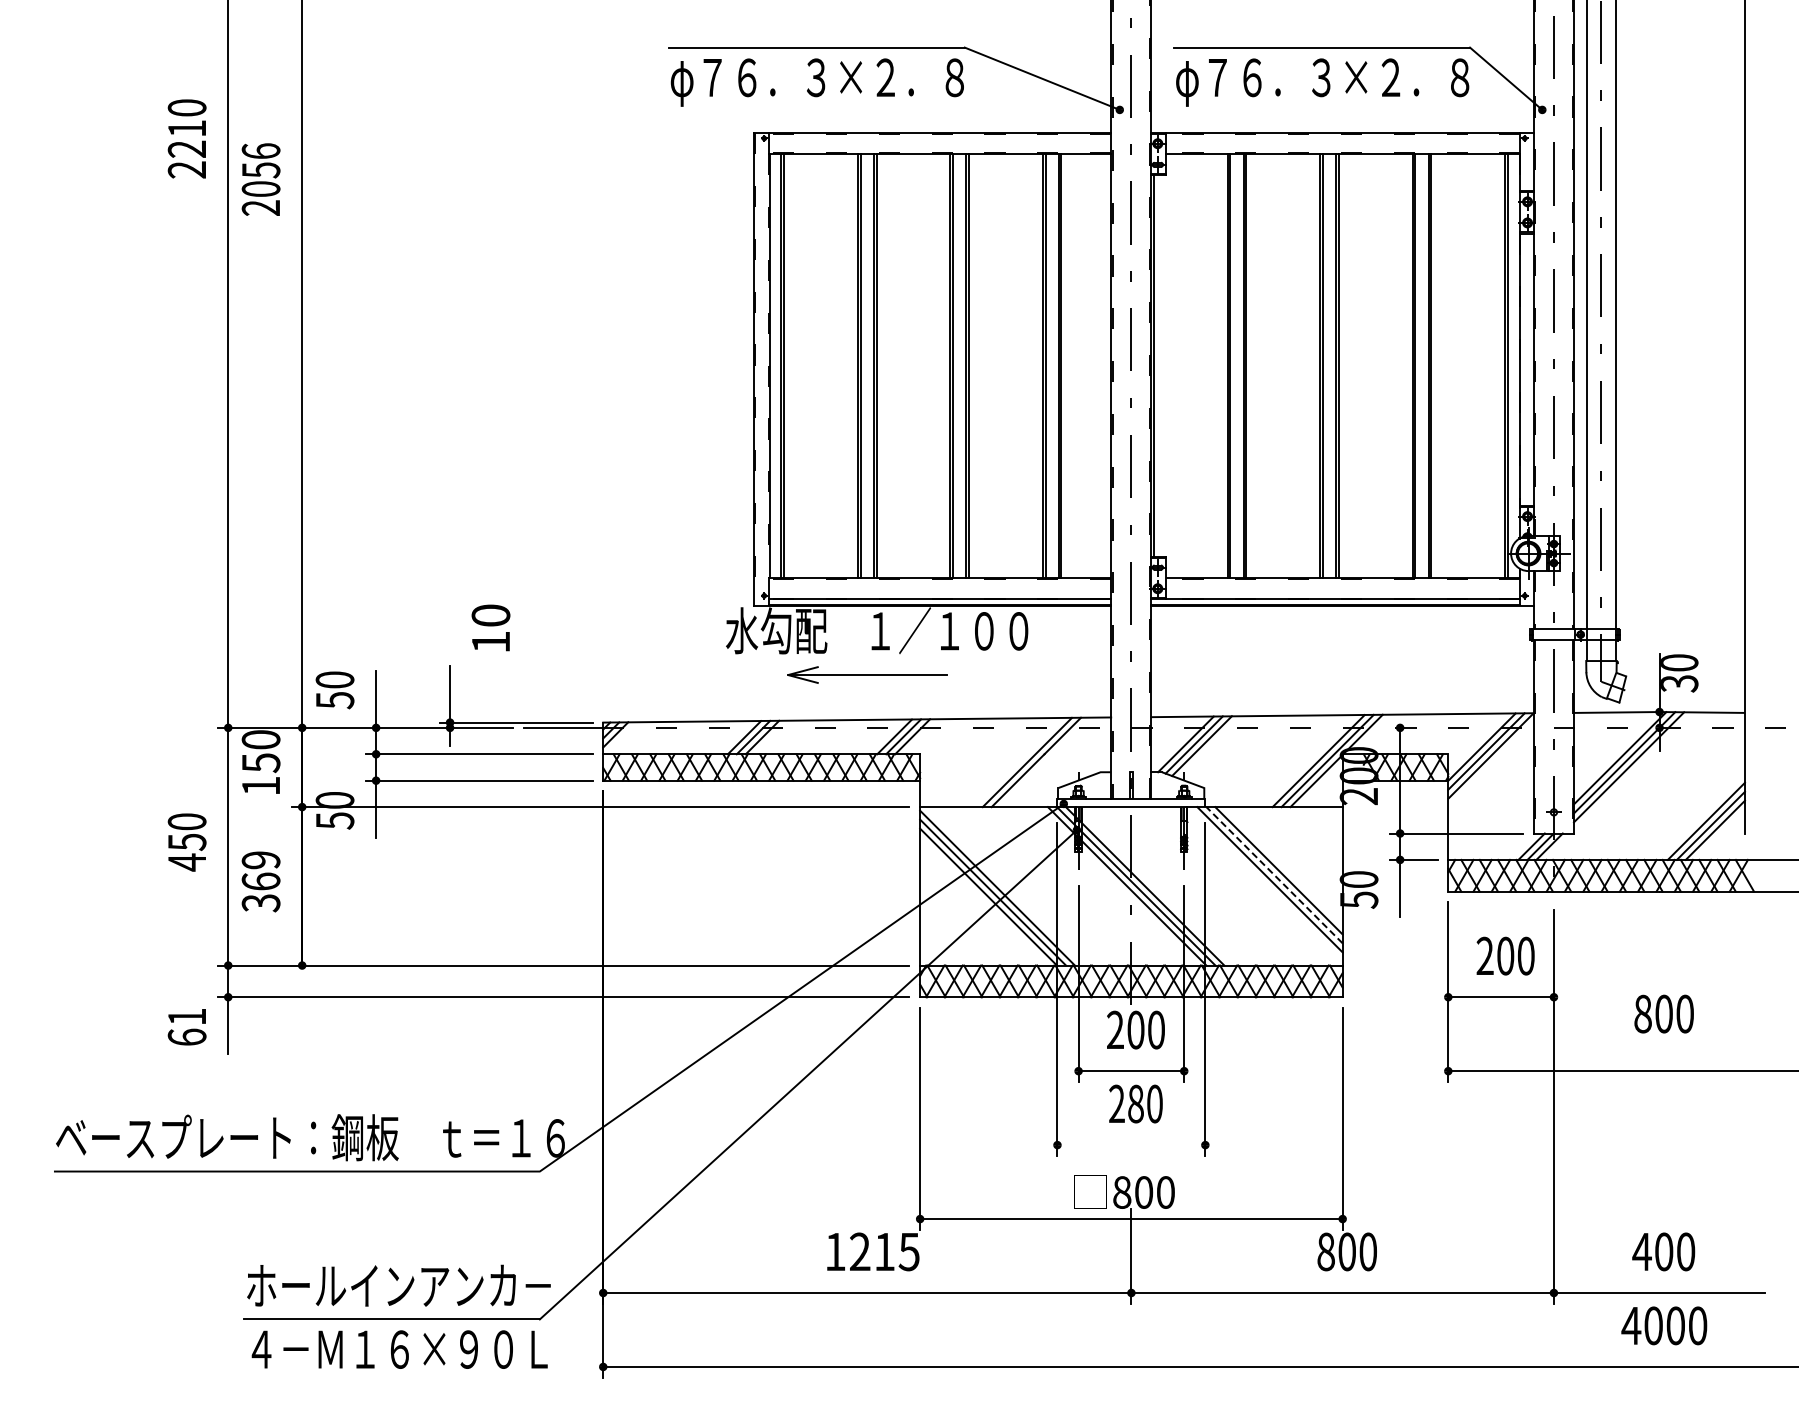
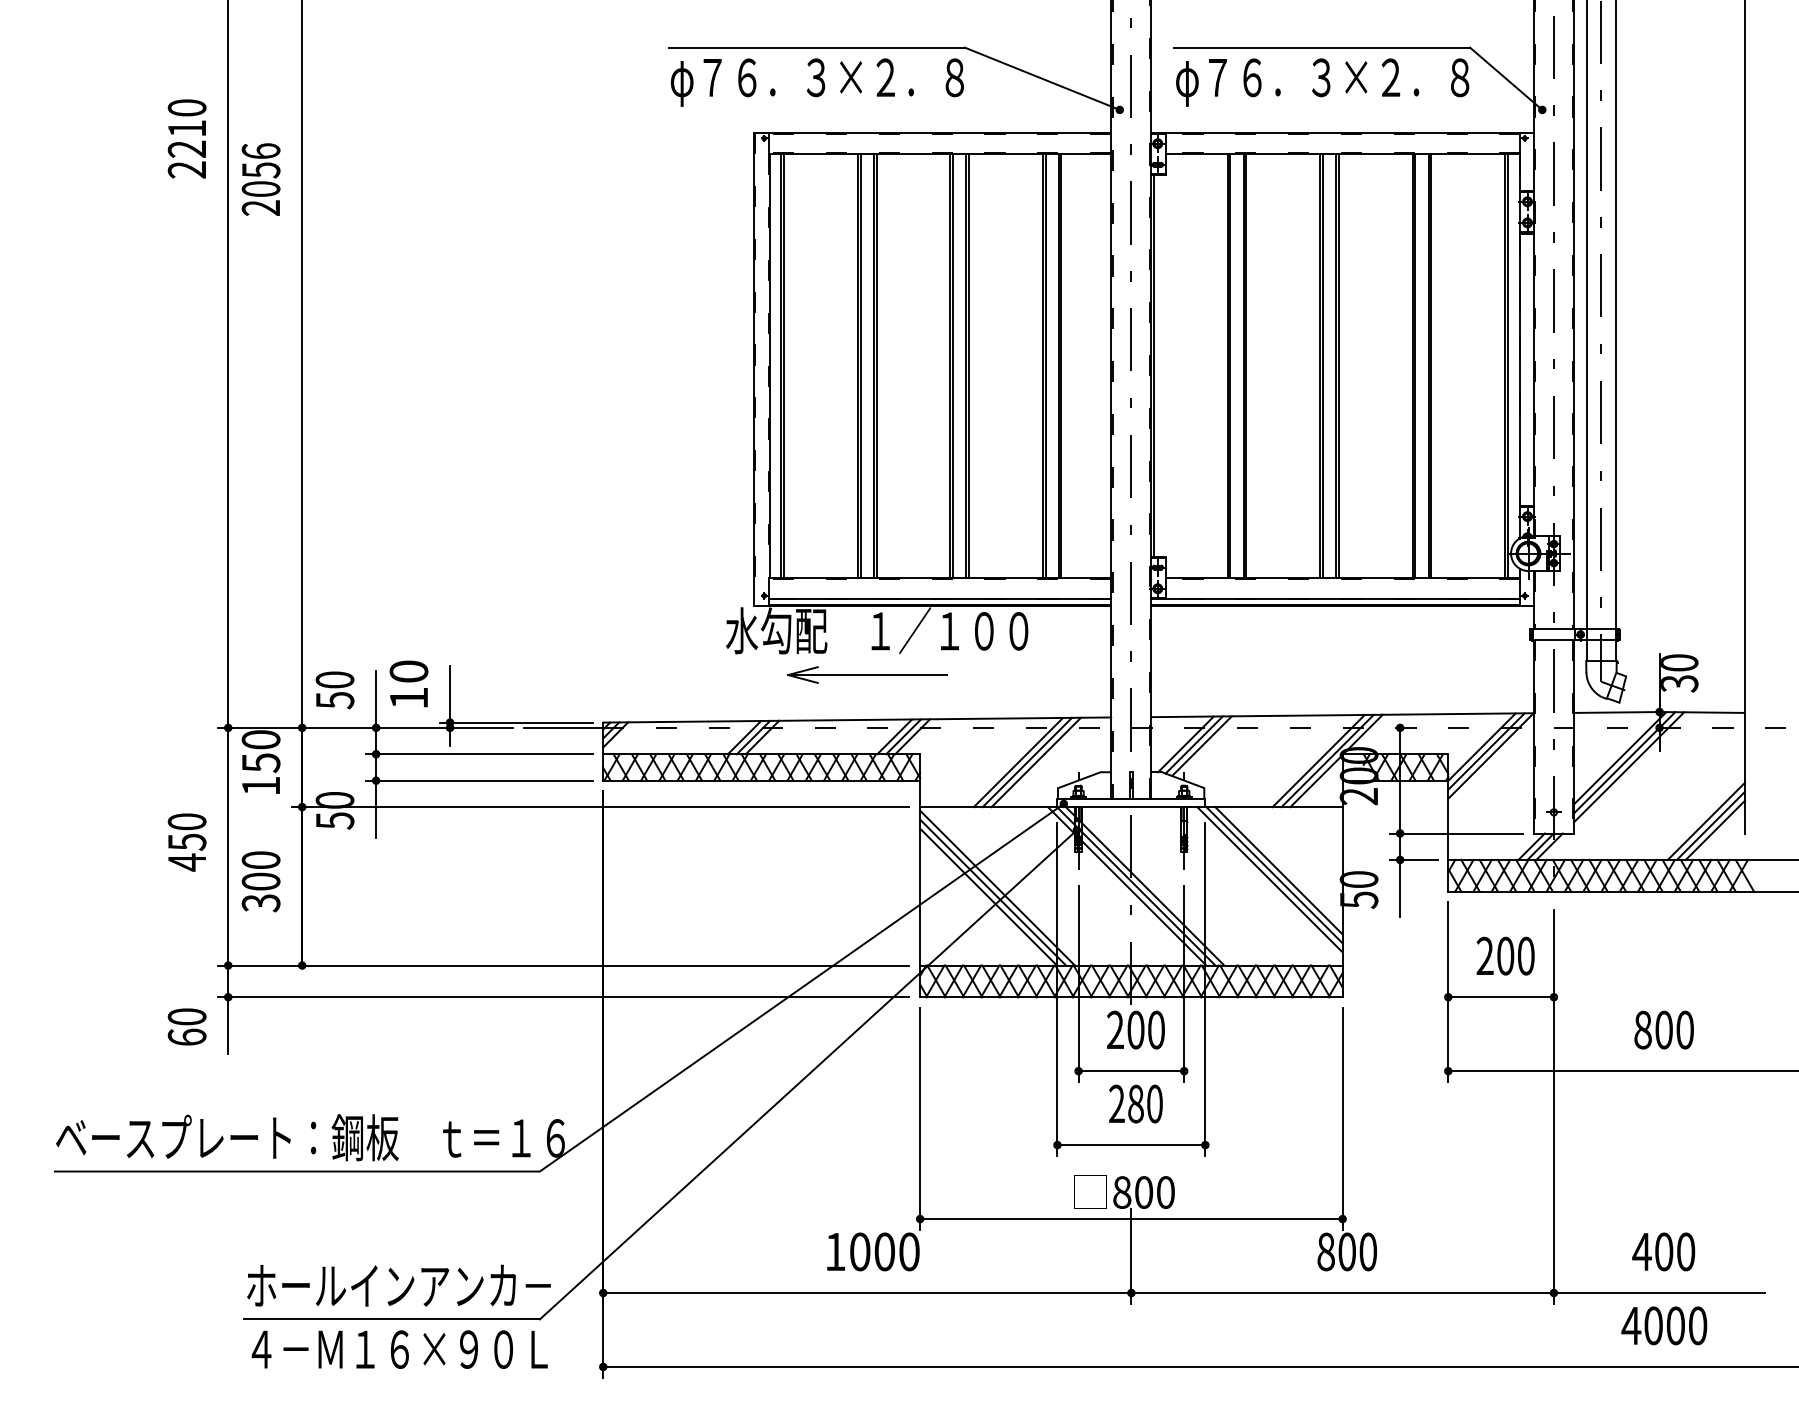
text at (490, 627) position: (490, 627) -> (408, 683)
line at (1017, 762): none -> present
text at (260, 870): 369 -> 300
line at (1274, 874): dashed -> solid
text at (1663, 1013) position: (1663, 1013) -> (1663, 1029)
text at (186, 1016): 61 -> 60
line at (1131, 1145): none -> present
text at (884, 1251): 1215 -> 1000
